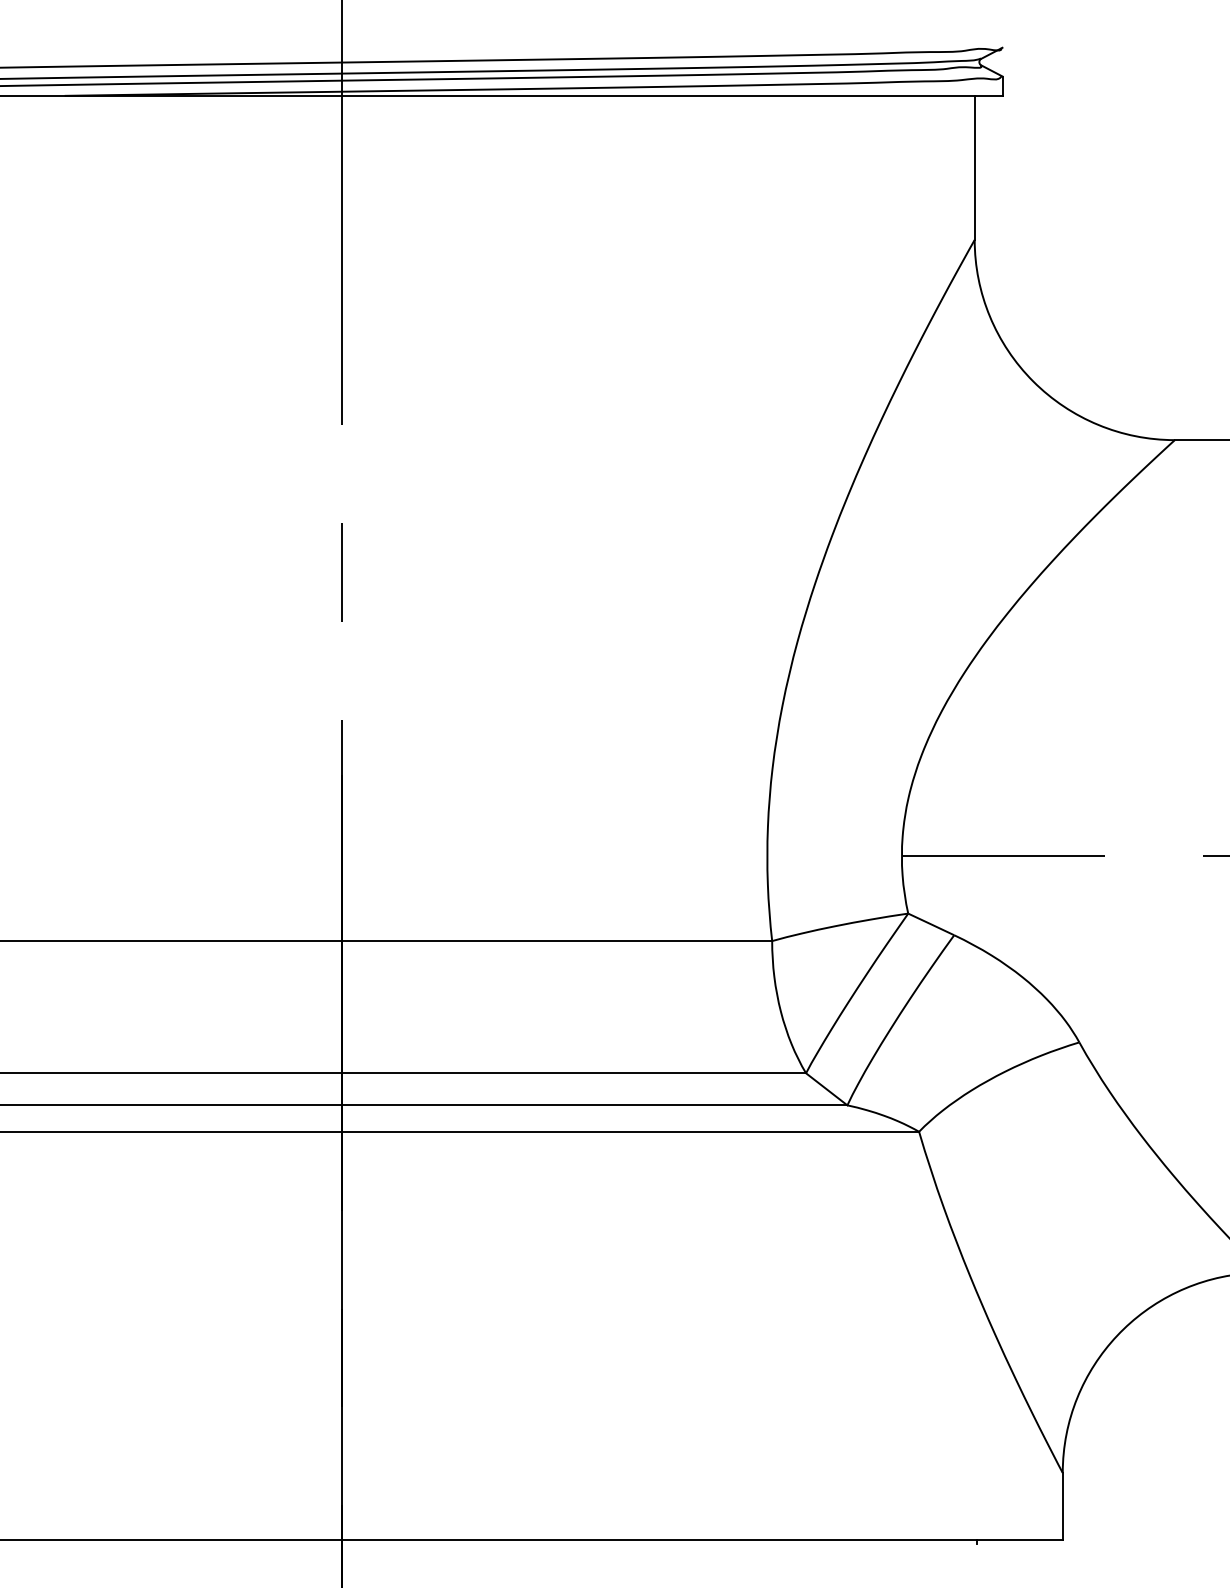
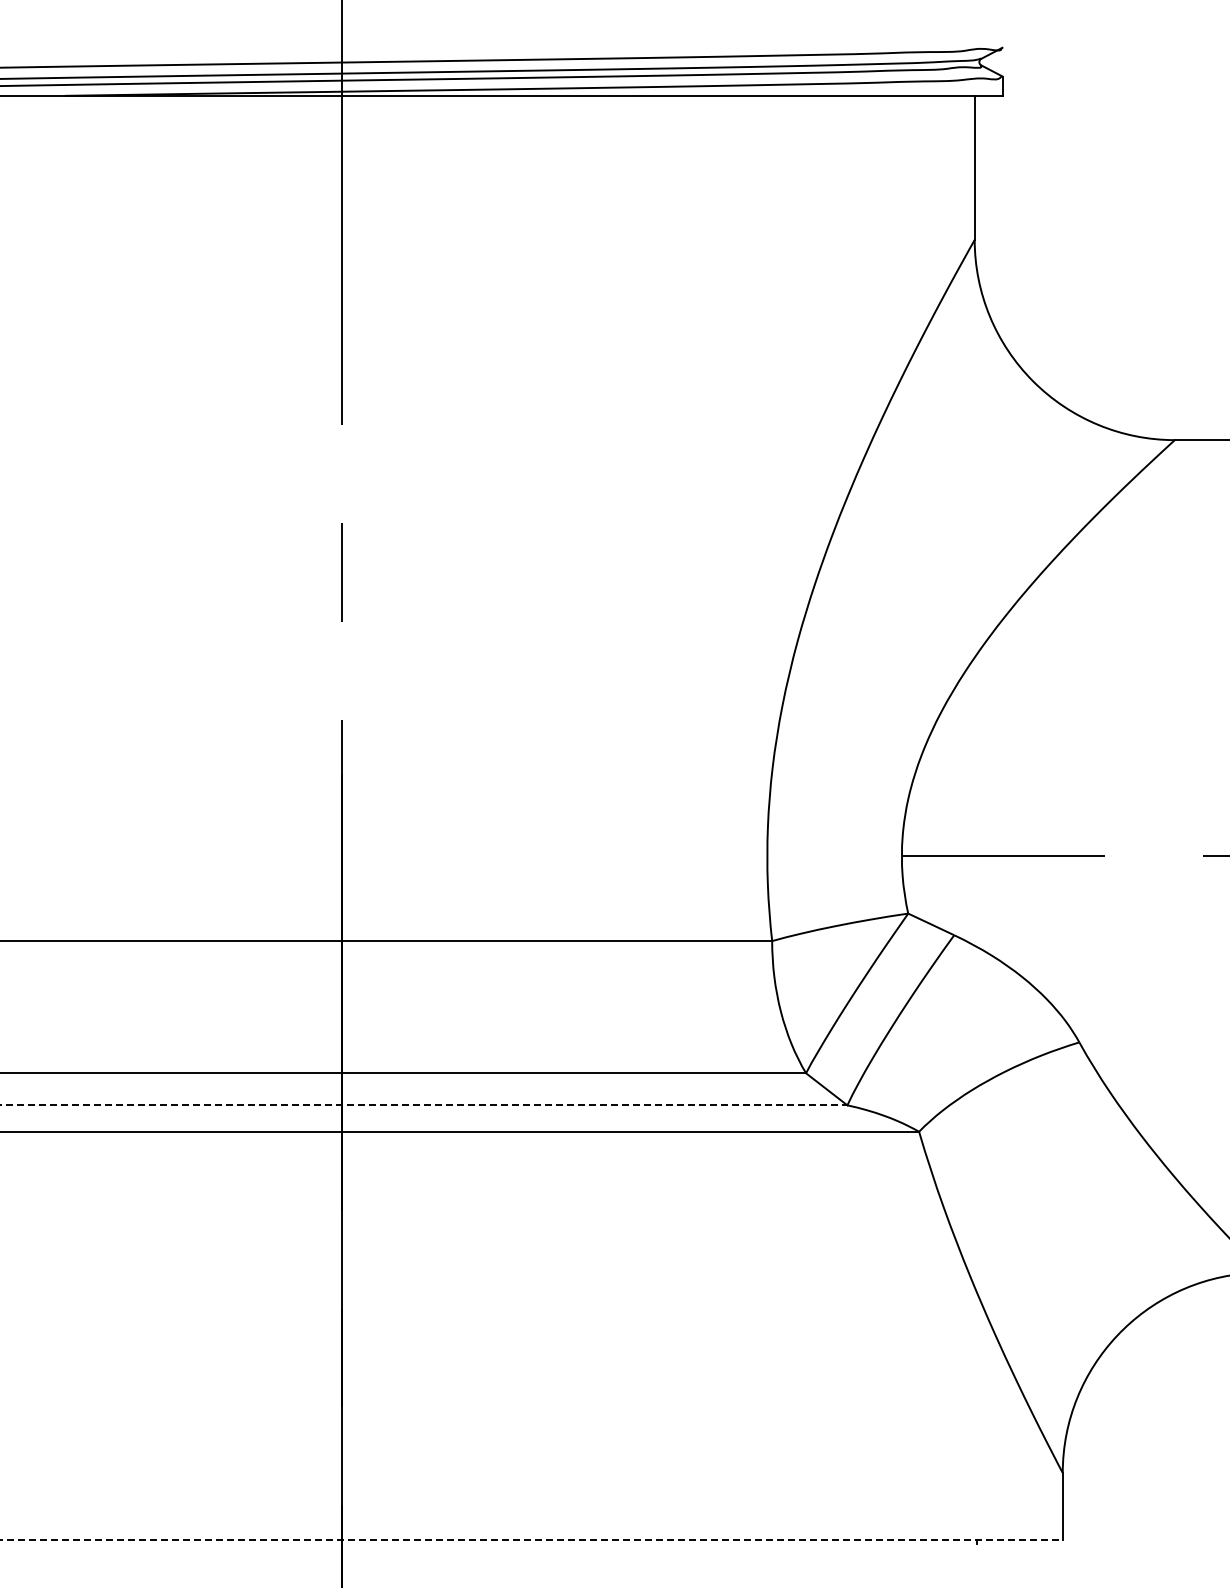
line at (424, 1105): solid -> dashed
line at (532, 1540): solid -> dashed
